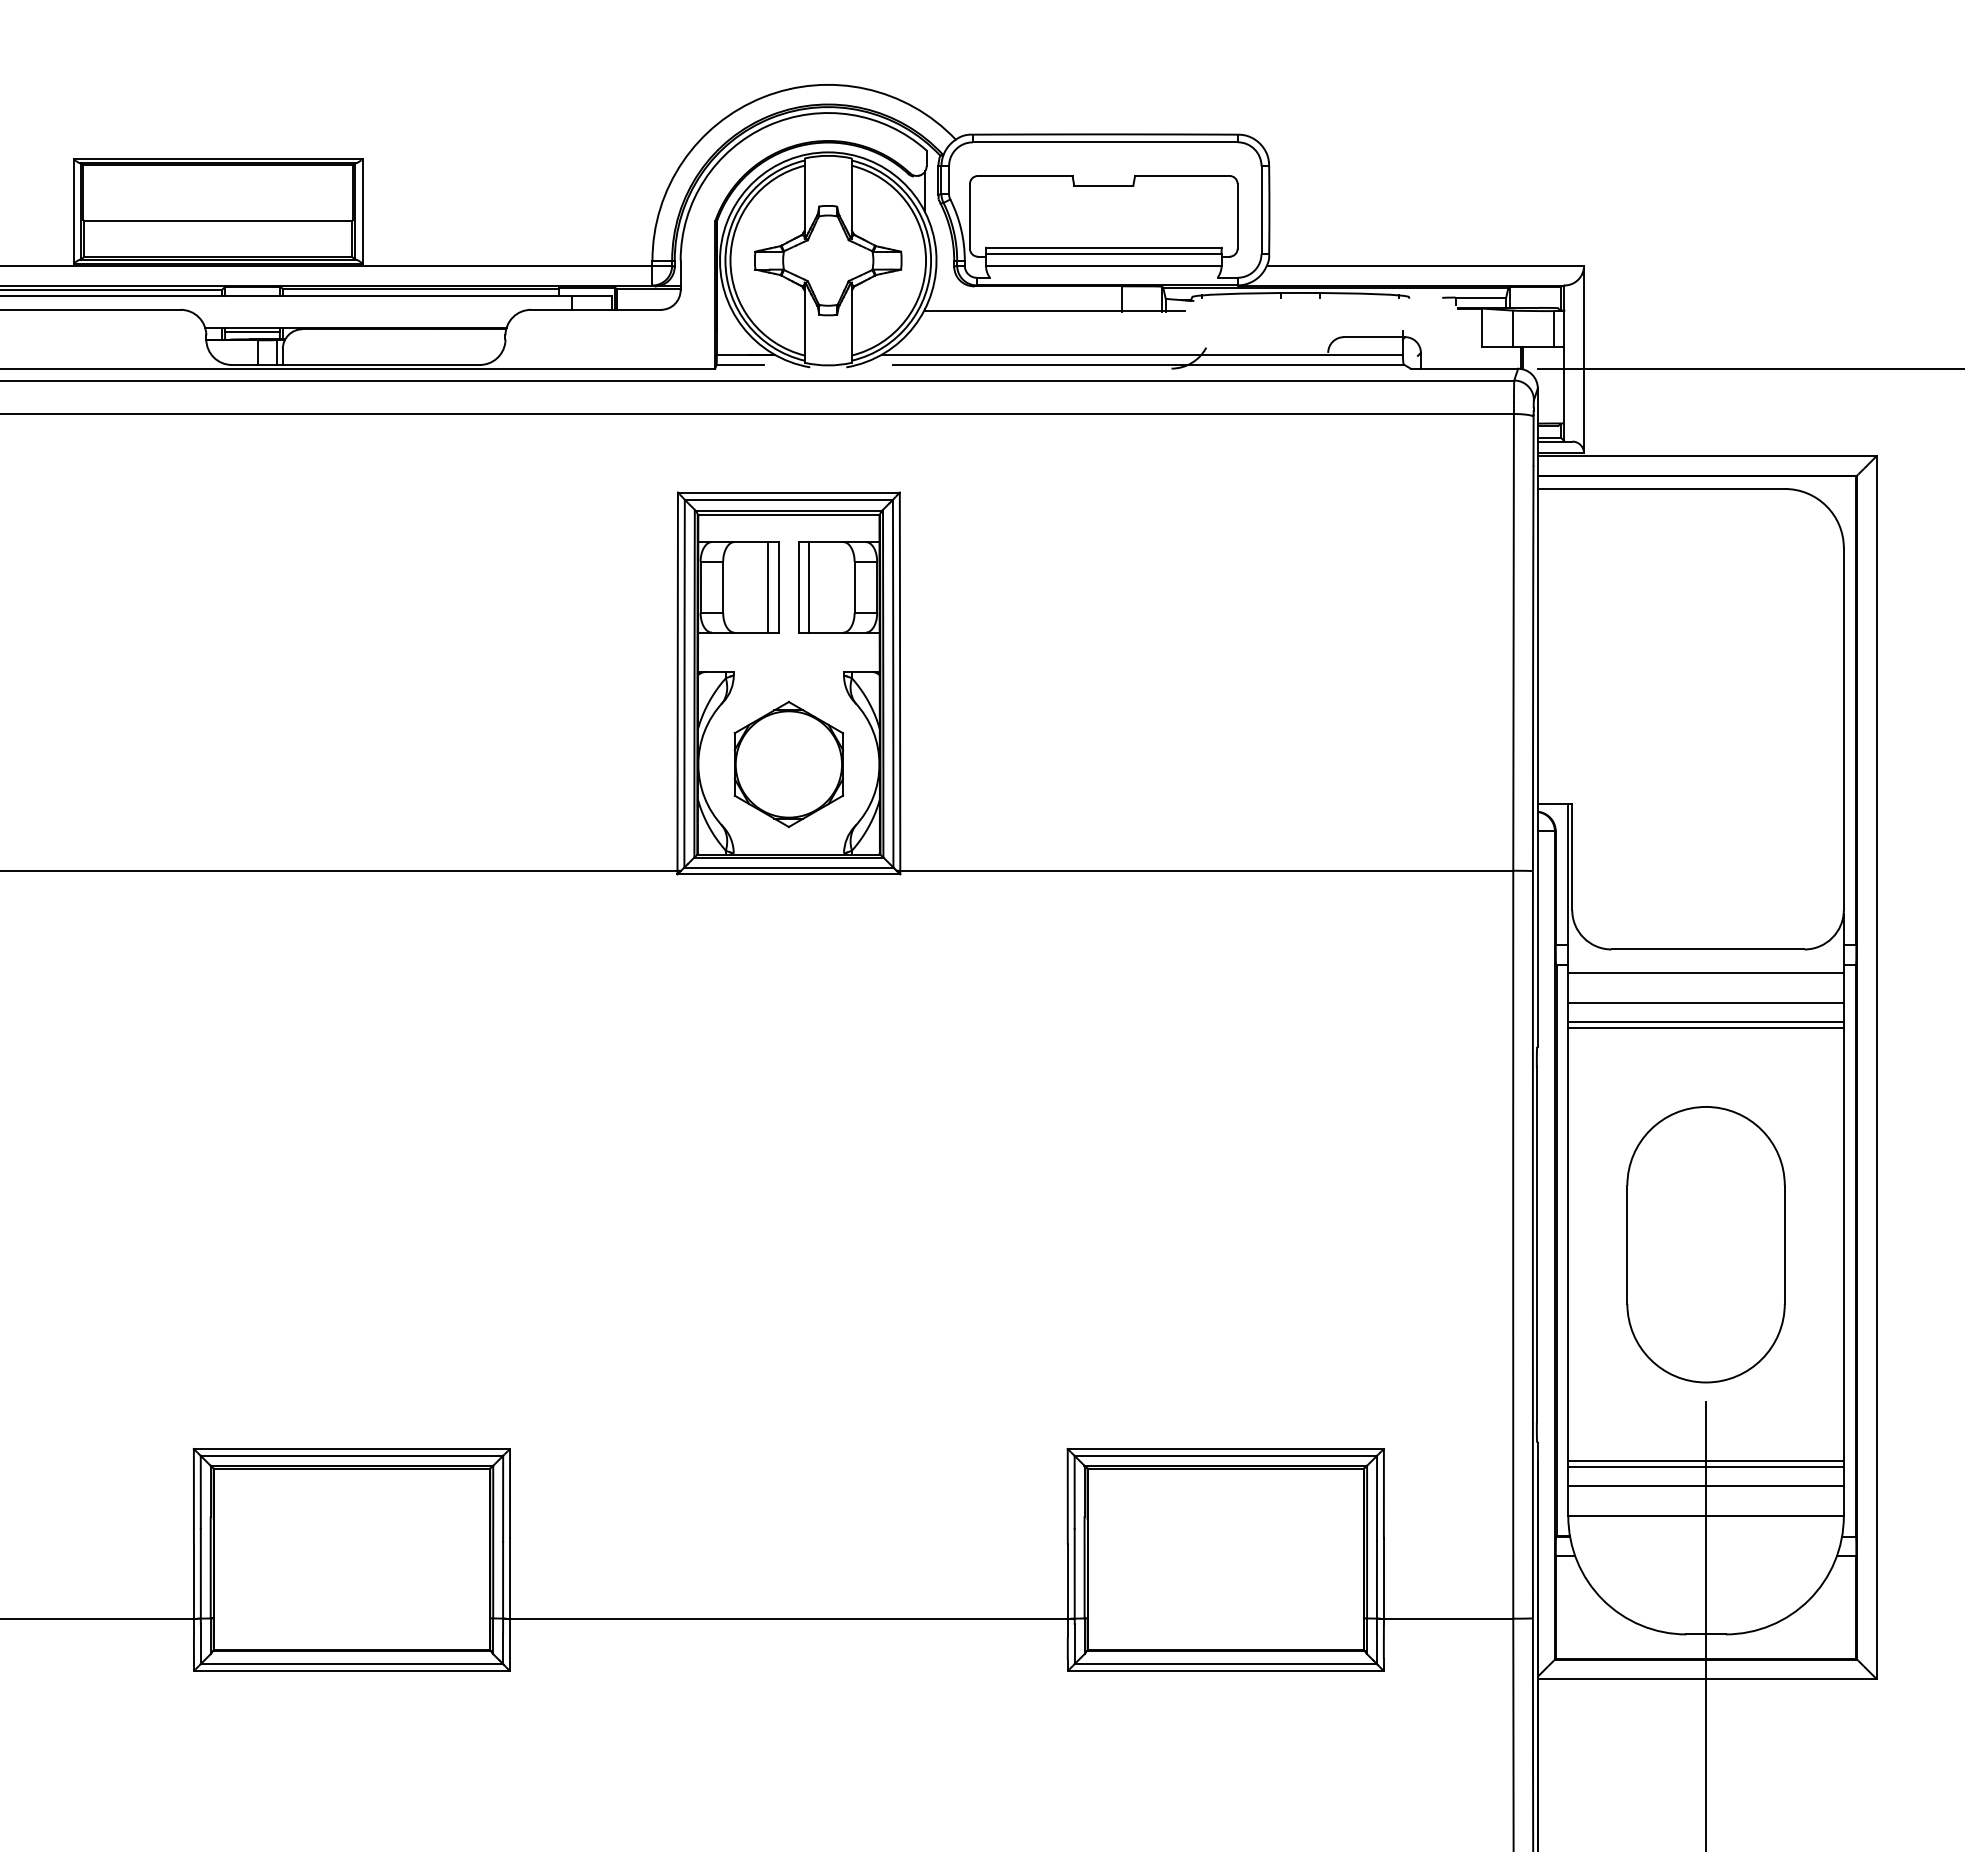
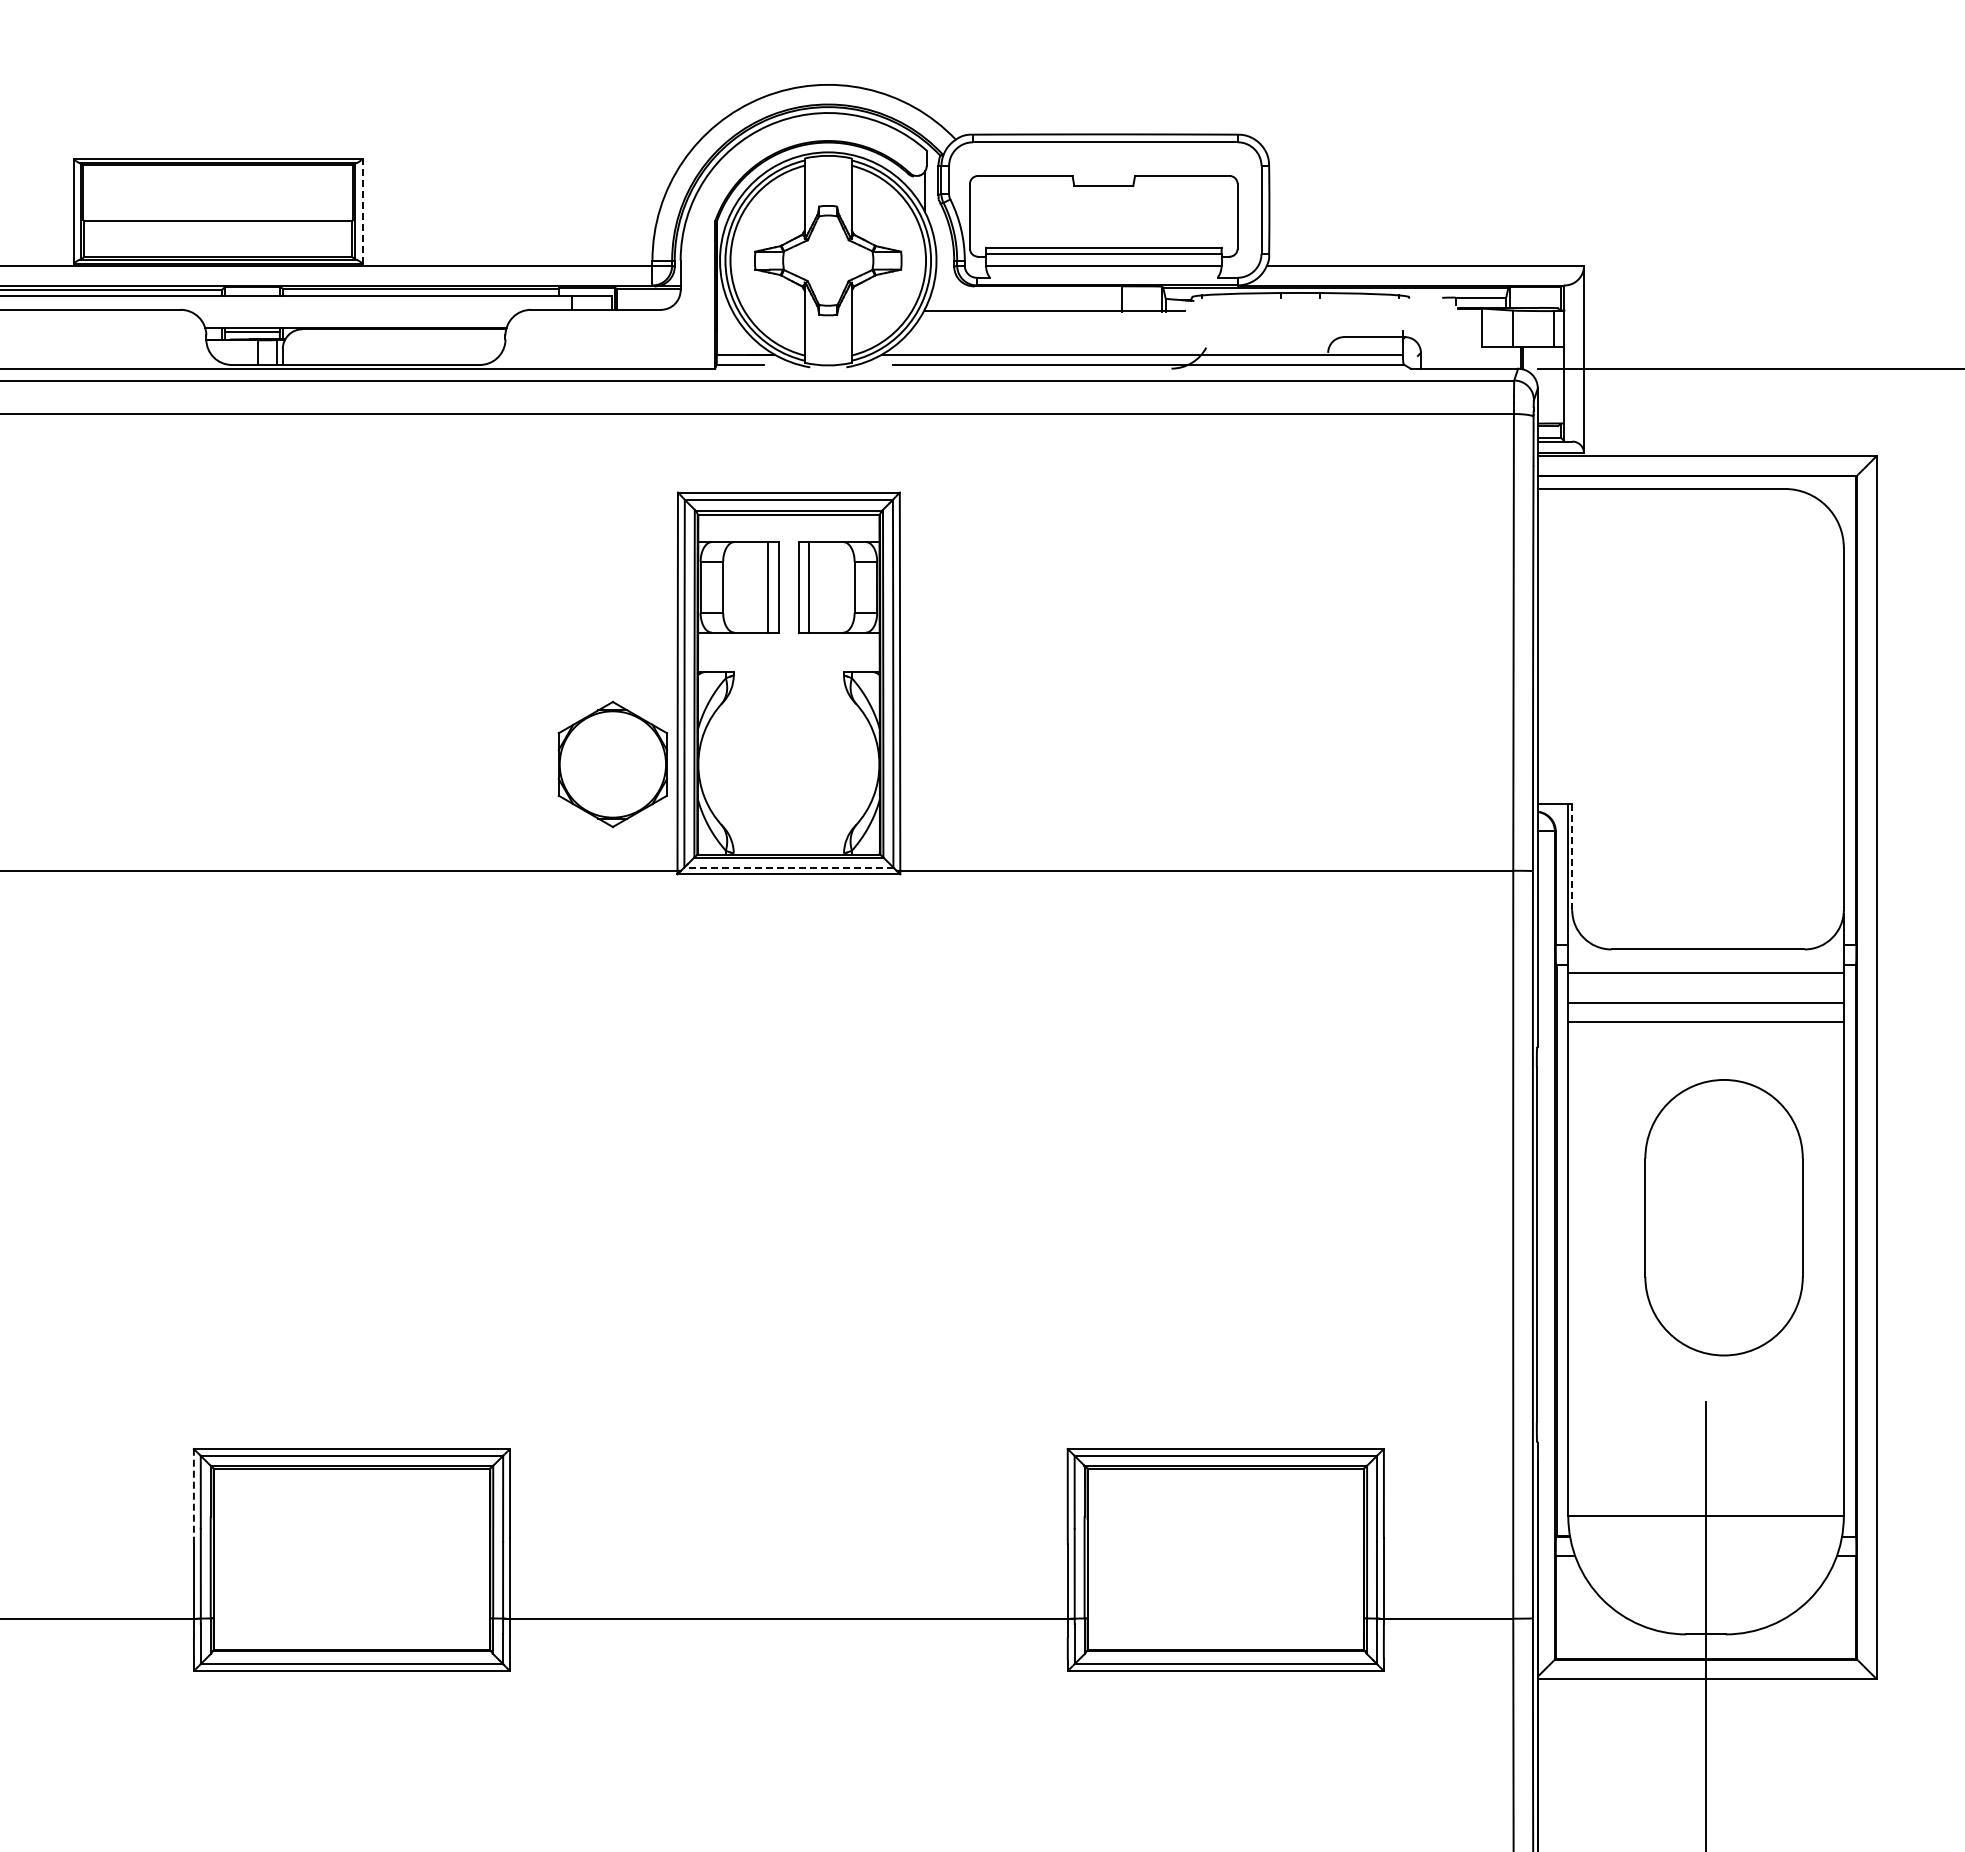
line at (362, 210): solid -> dashed
part at (788, 764) position: (788, 764) -> (612, 764)
line at (1572, 856): solid -> dashed
line at (788, 867): solid -> dashed
line at (1705, 1028): present -> none
part at (1705, 1244) position: (1705, 1244) -> (1723, 1217)
line at (1705, 1461): present -> none
line at (1705, 1467): present -> none
line at (1705, 1486): present -> none
line at (193, 1495): solid -> dashed
